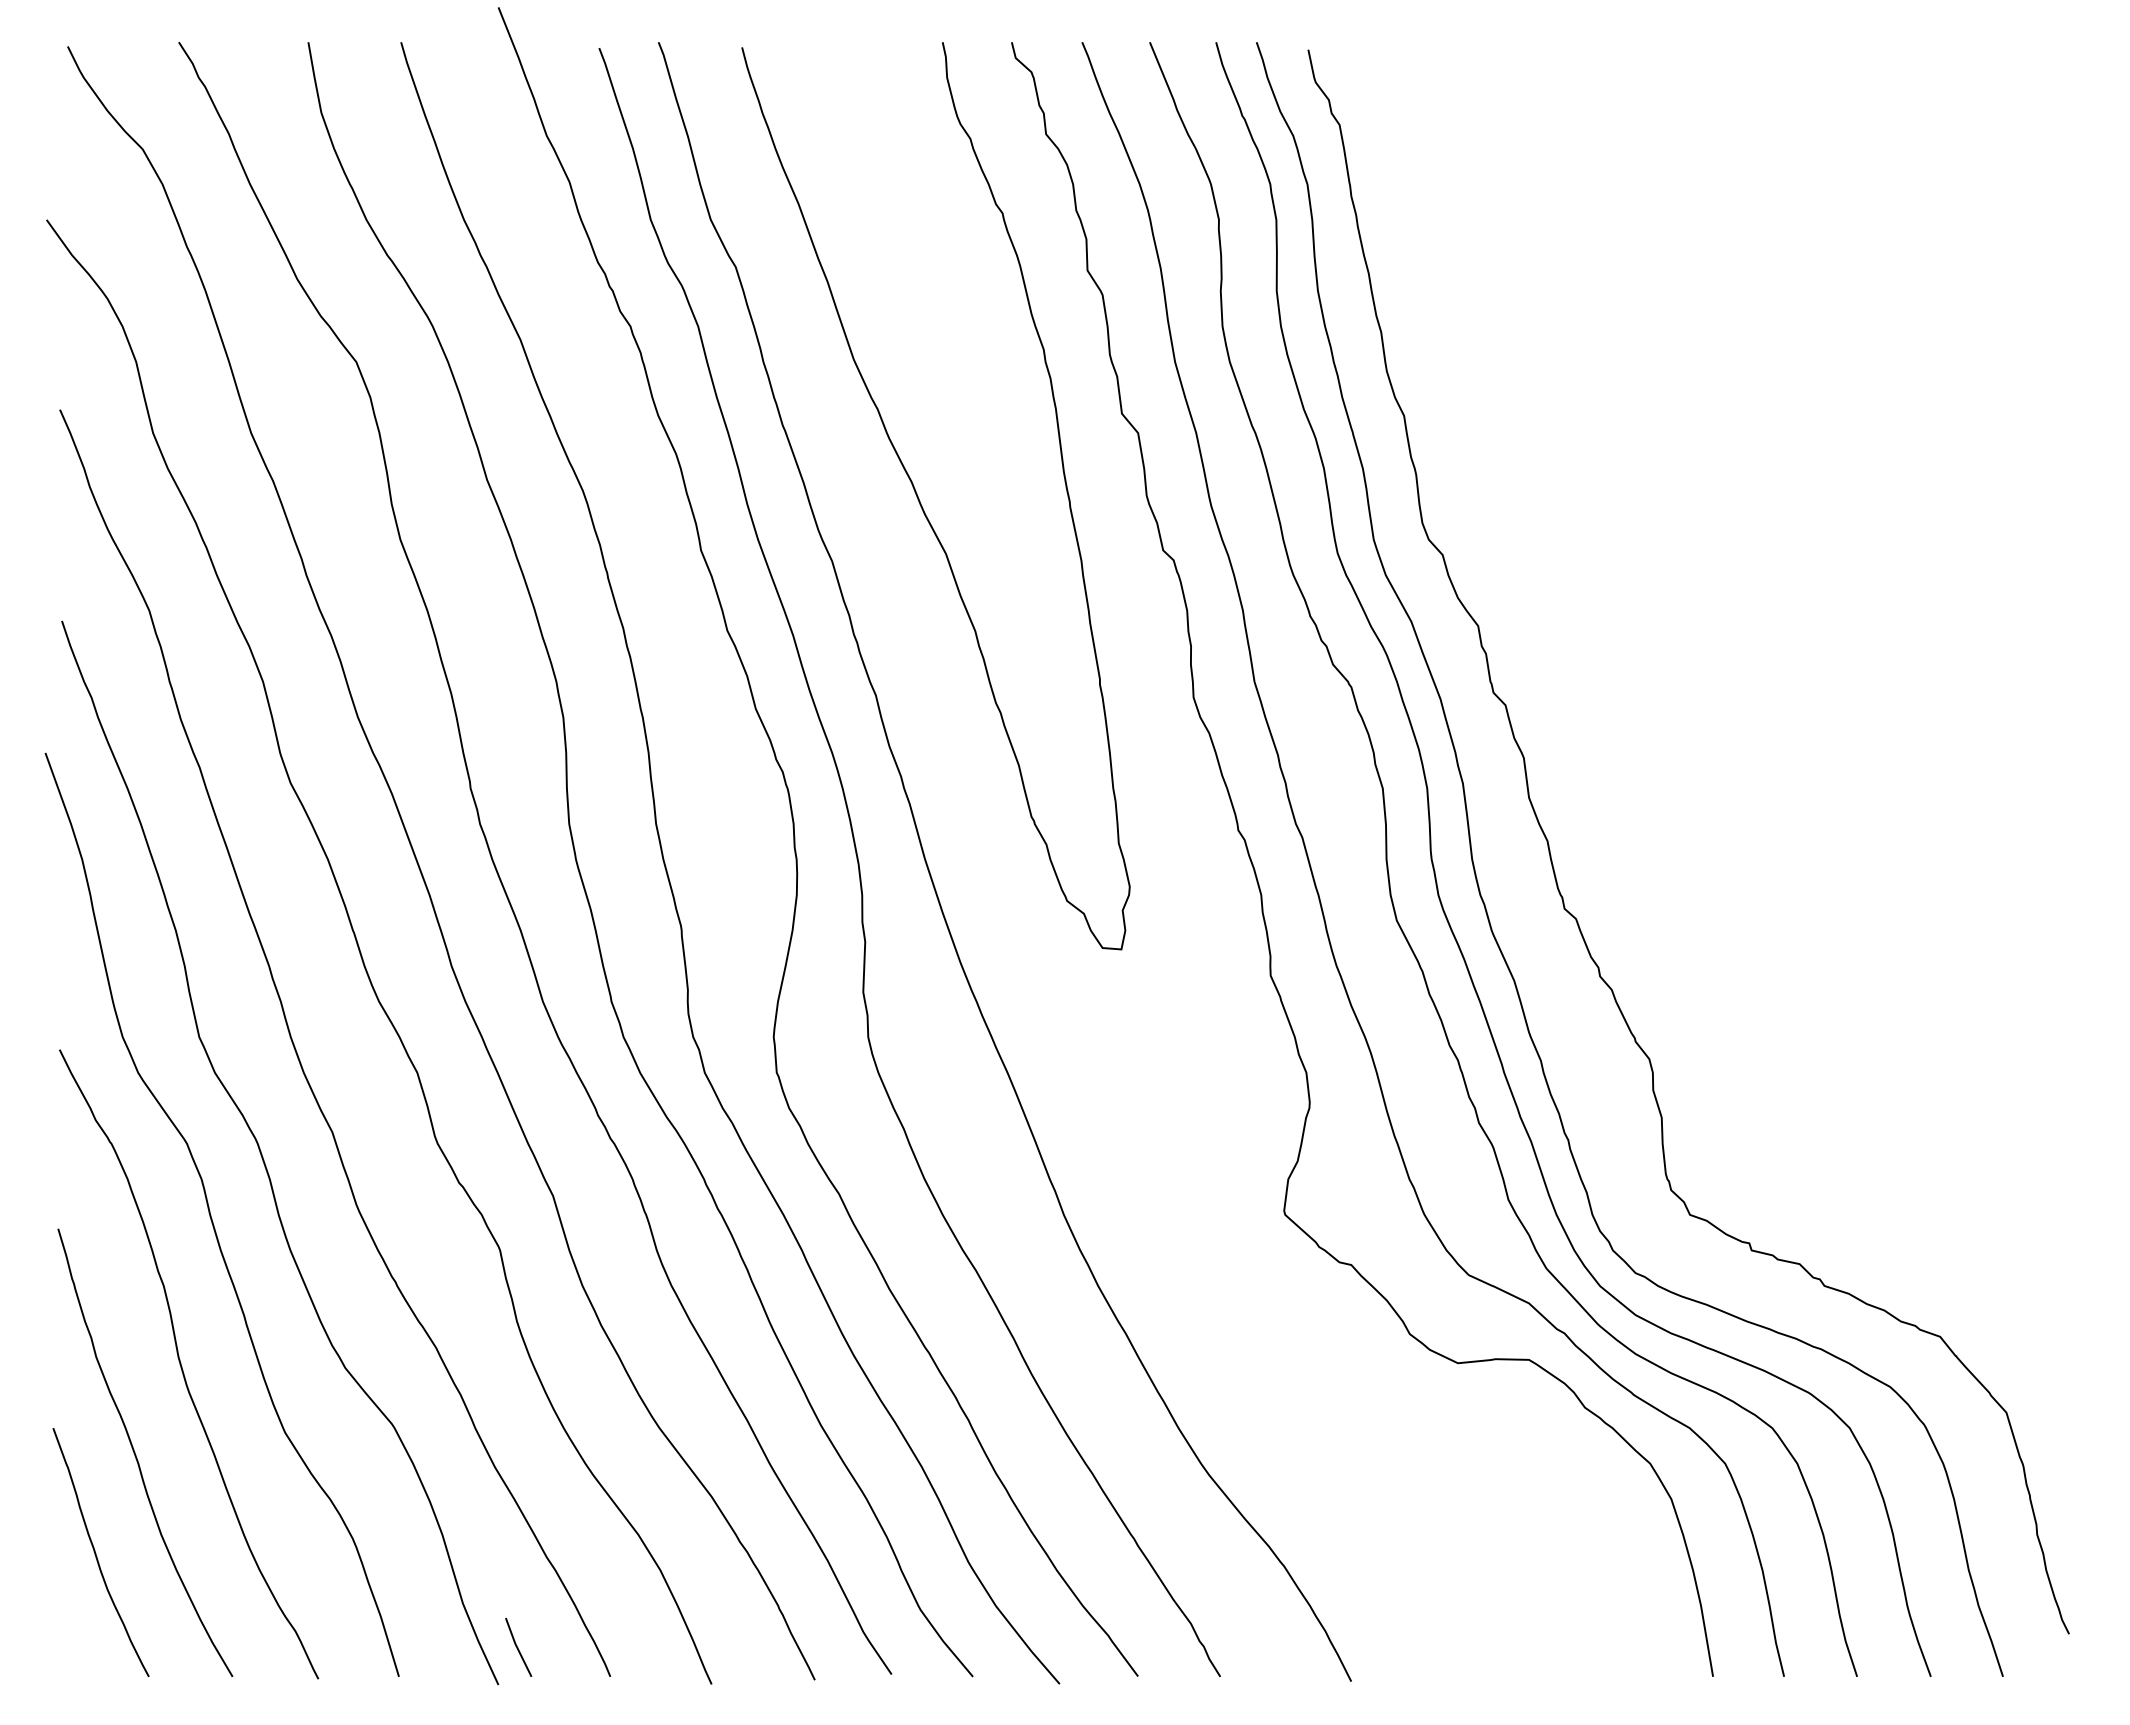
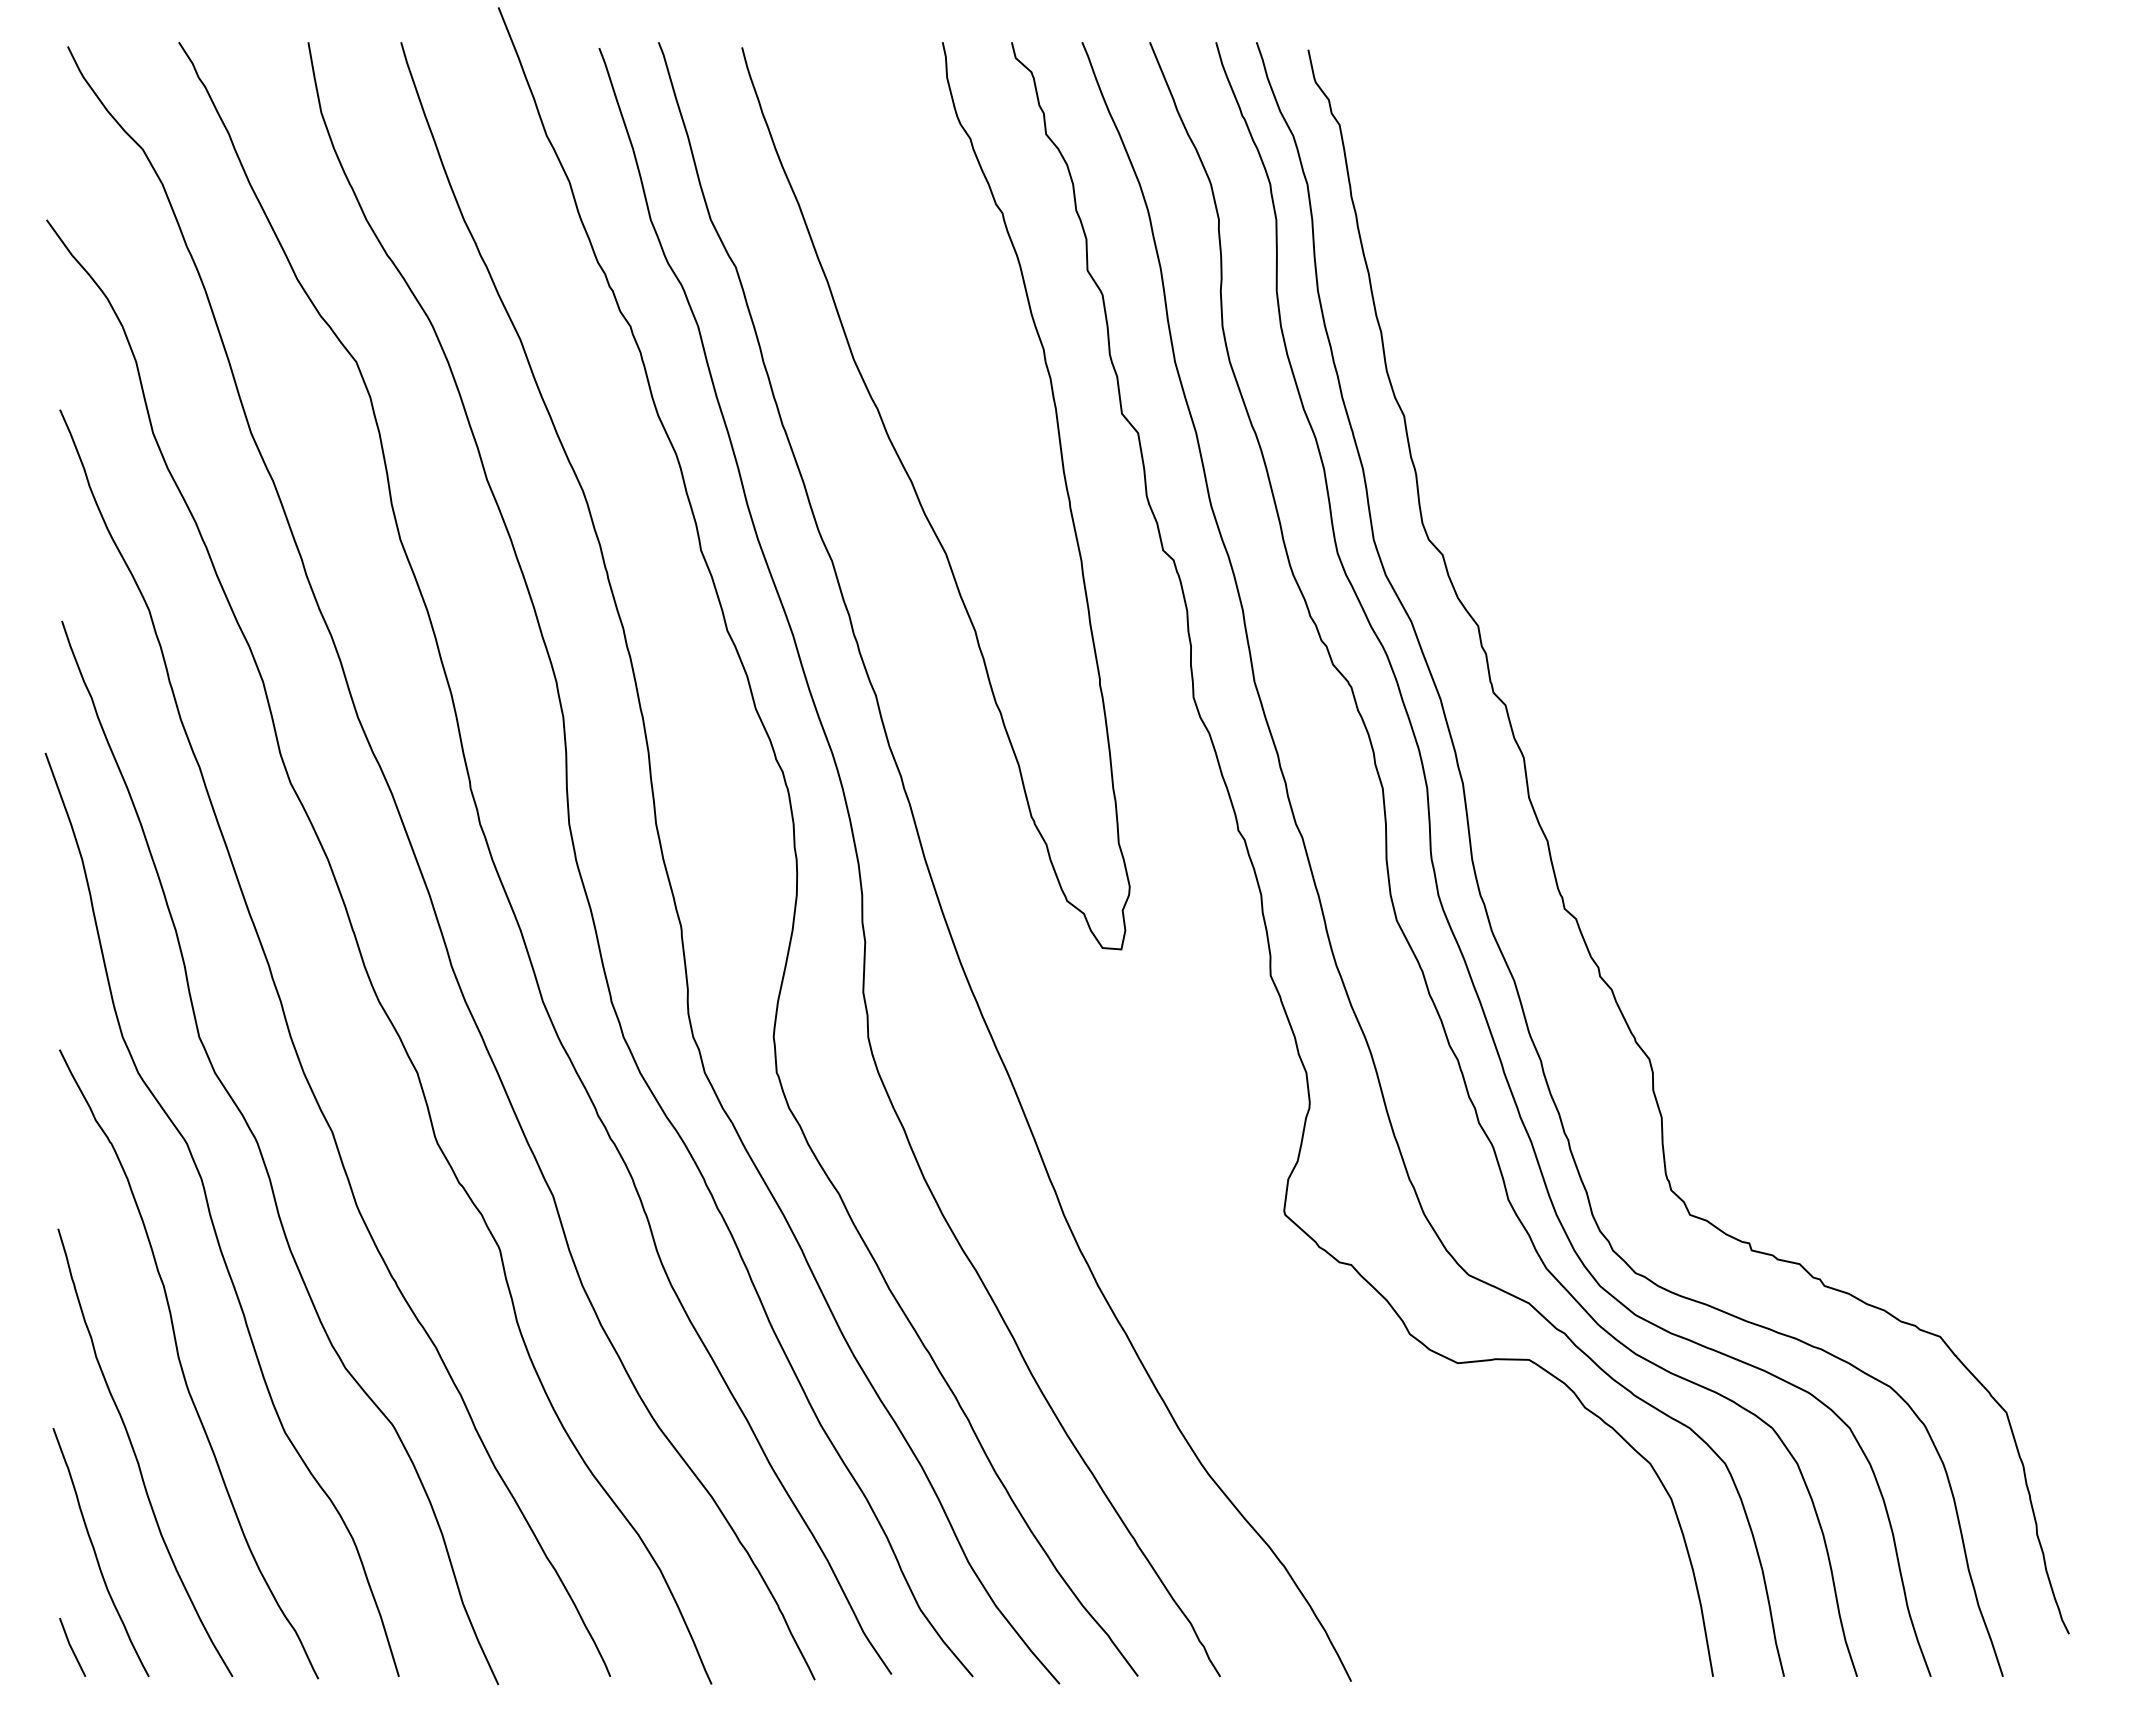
line at (517, 1646) position: (517, 1646) -> (71, 1646)
